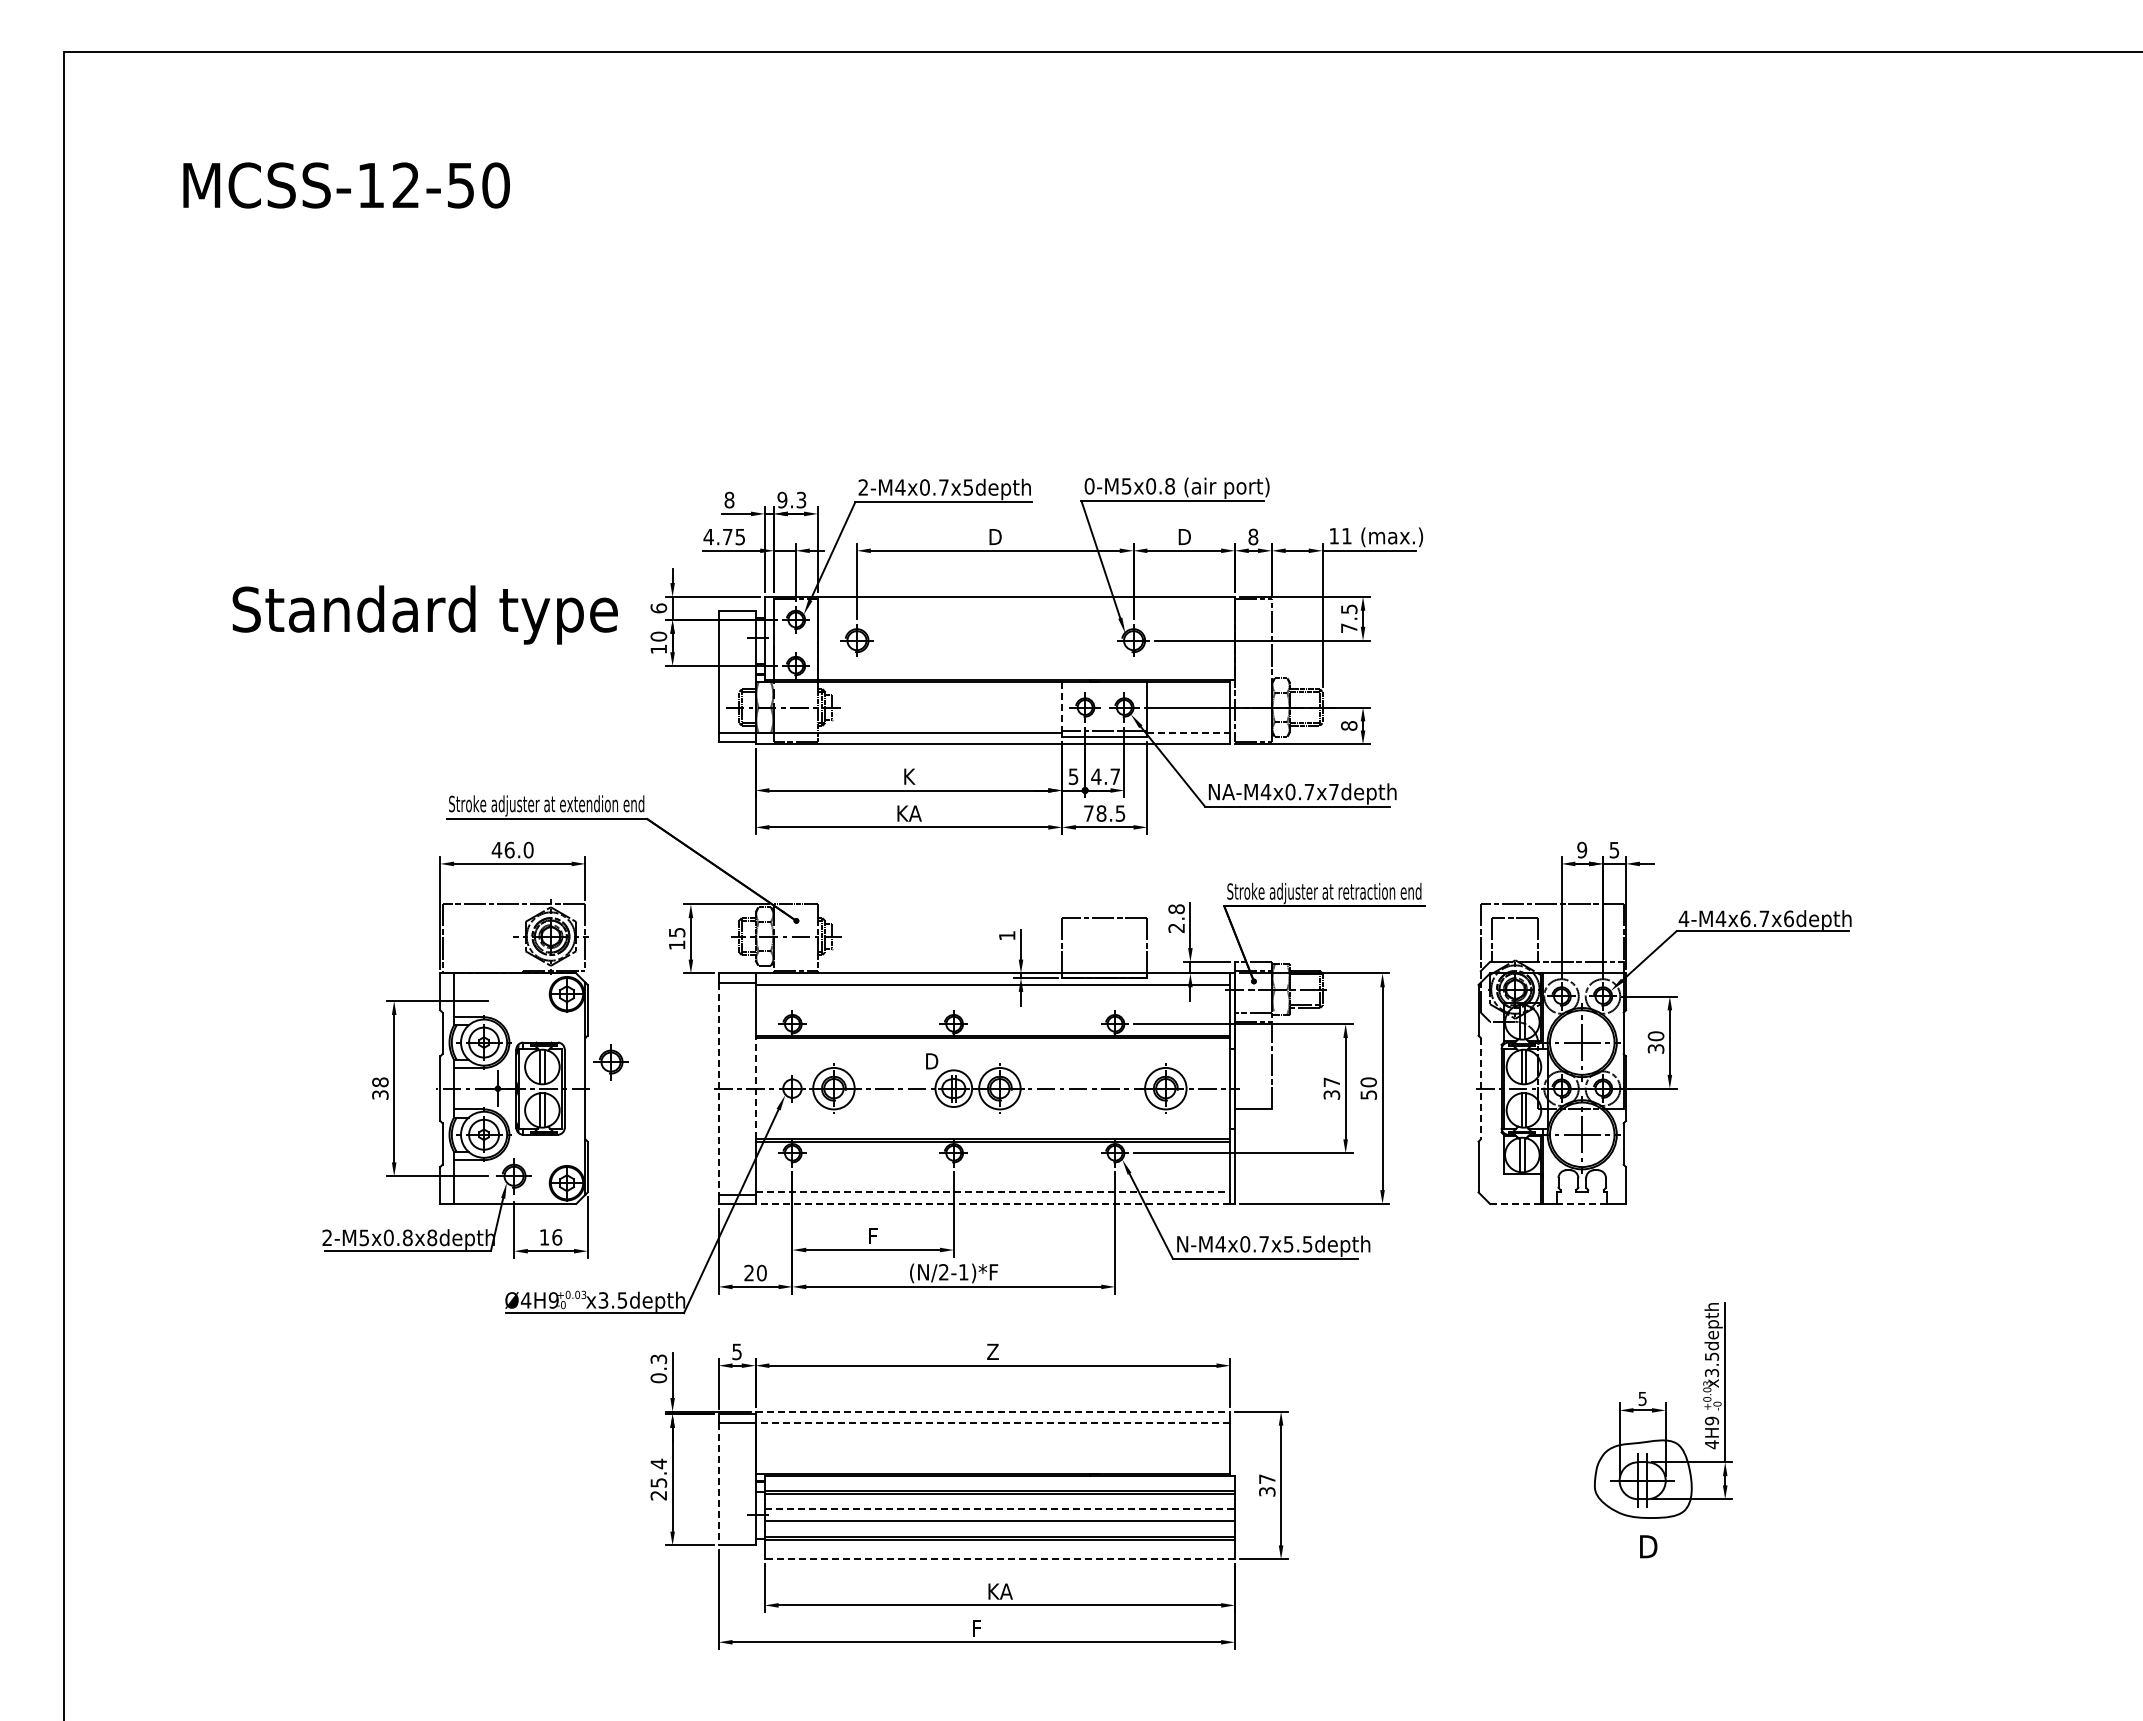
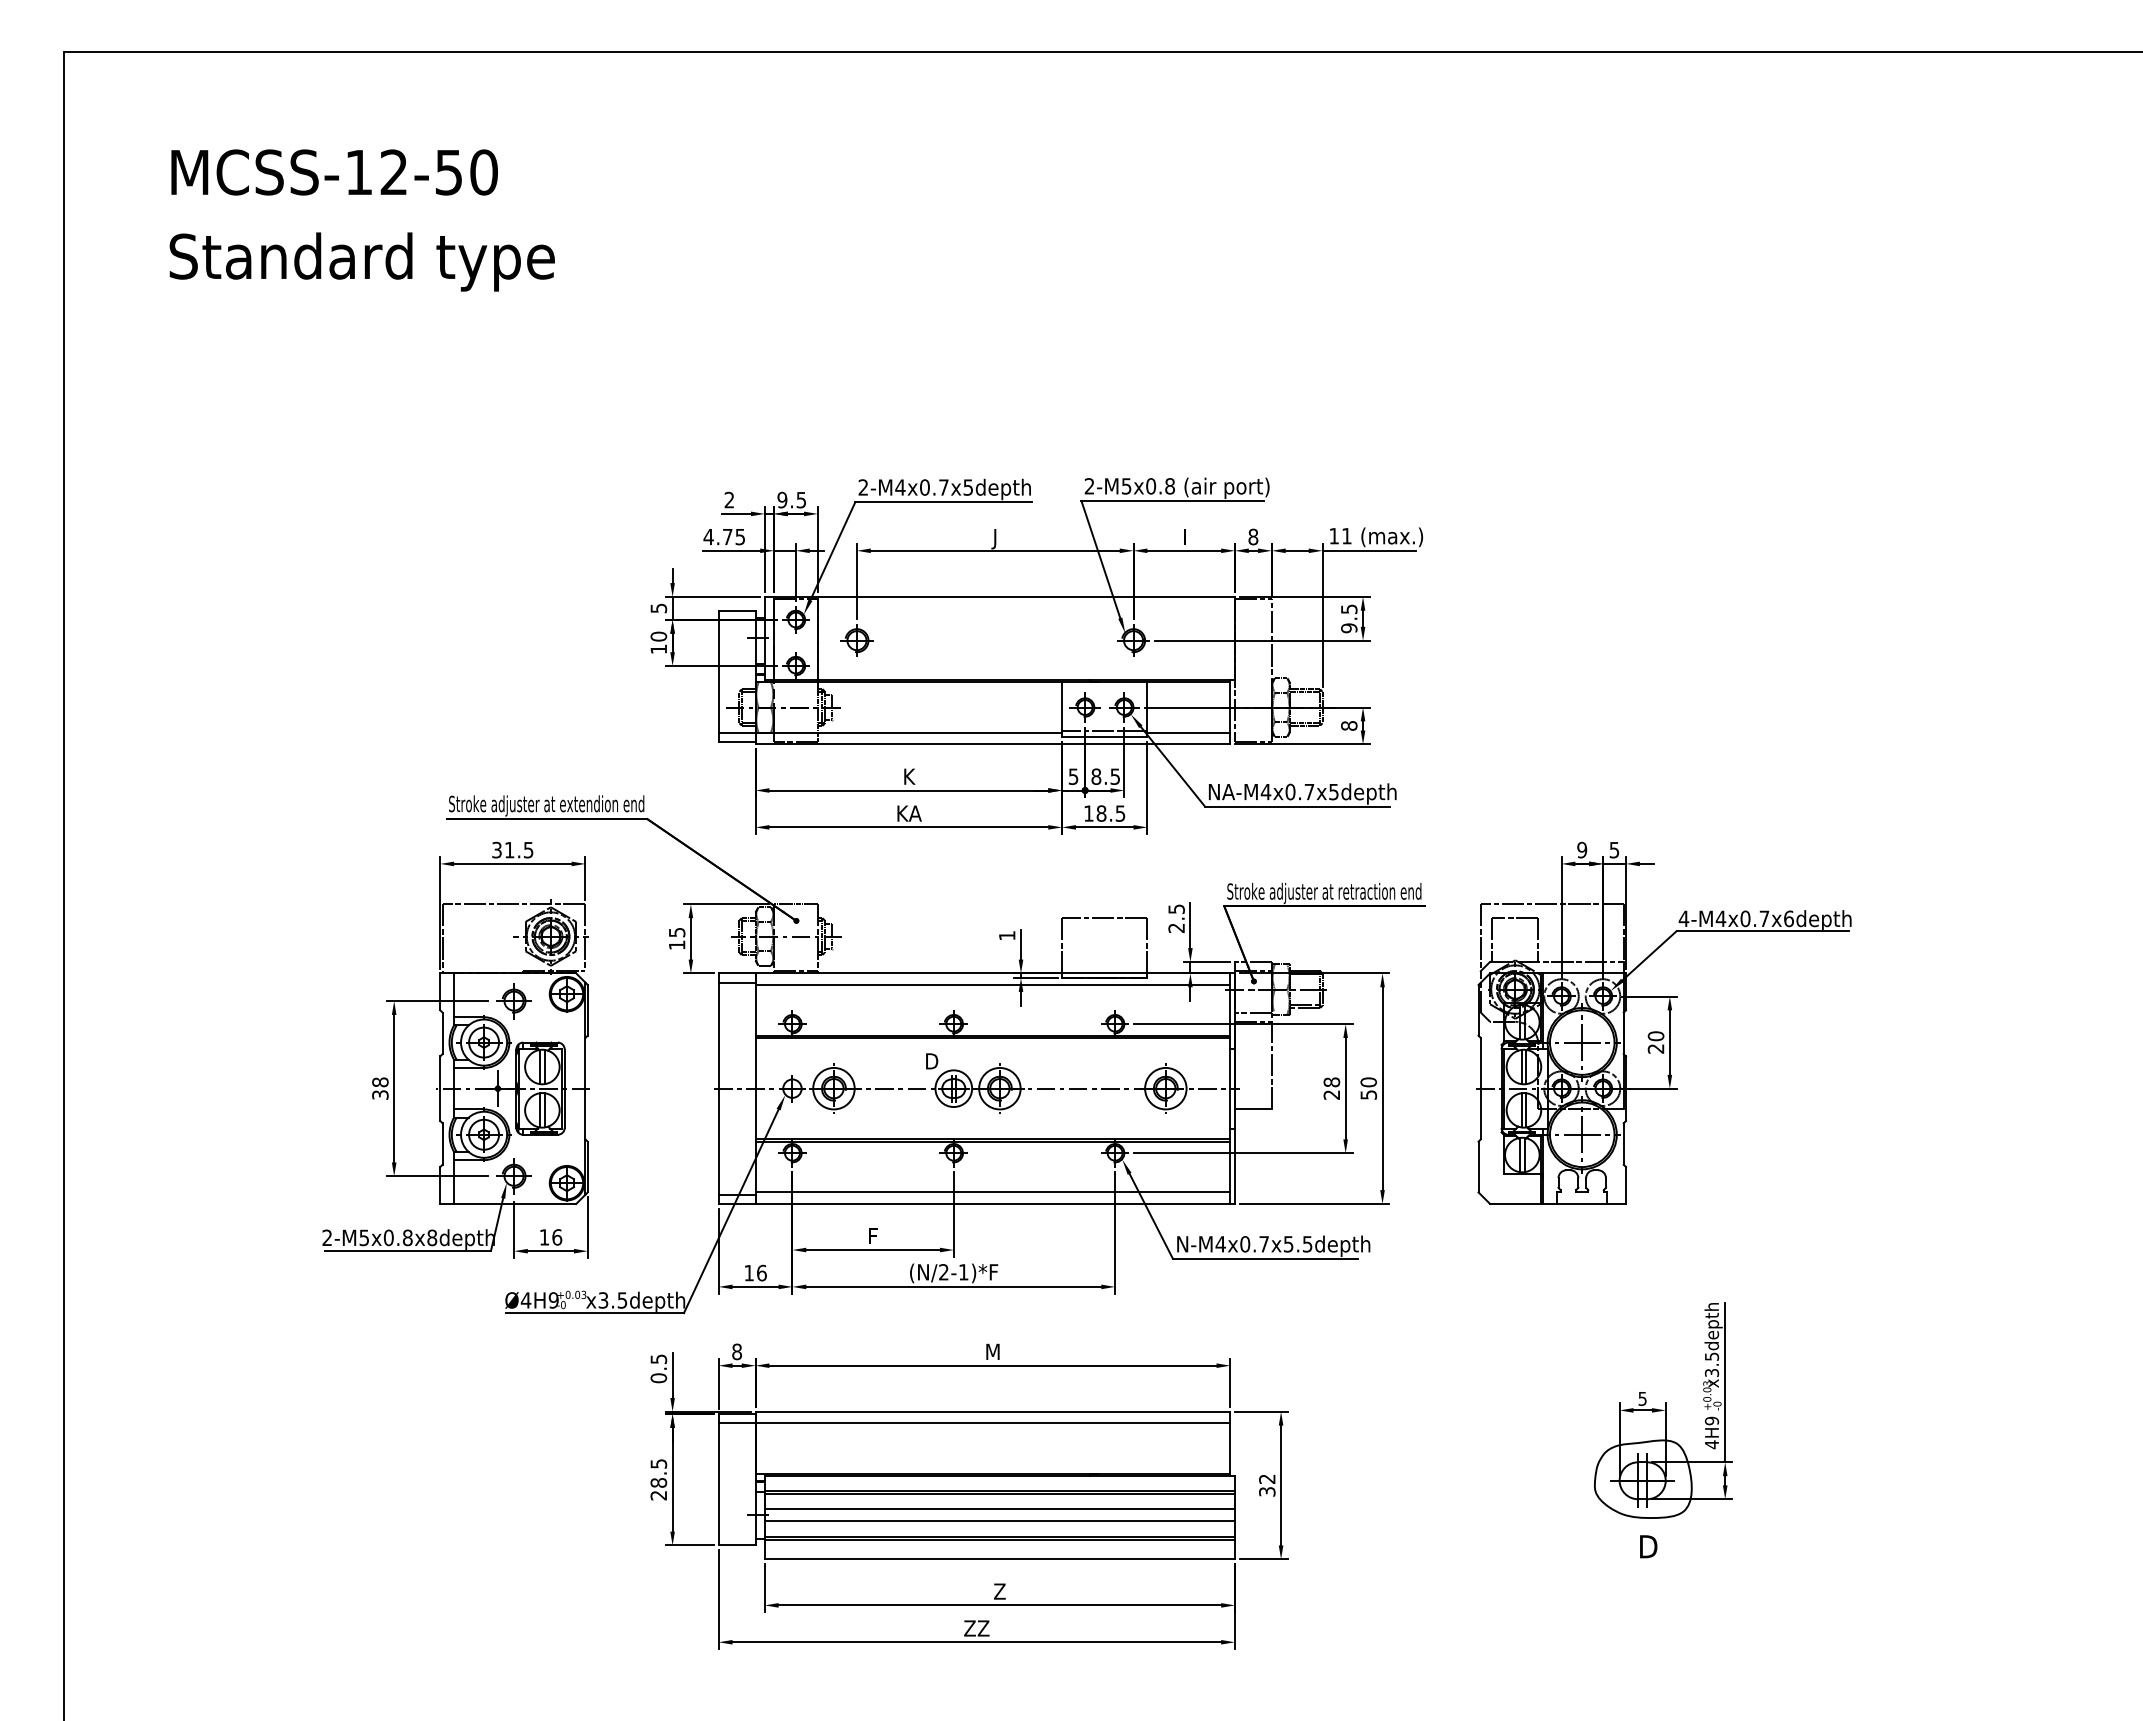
text at (346, 185) position: (346, 185) -> (334, 172)
text at (1089, 486): 0-M5x0.8 -> 2-M5x0.8
text at (801, 499): 9.3 -> 9.5
text at (729, 500): 8 -> 2
text at (1184, 537): D -> I
text at (995, 539): D -> J
text at (658, 608): 6 -> 5
text at (424, 614) position: (424, 614) -> (361, 261)
text at (1349, 628): 7.5 -> 9.5
line at (1062, 707): dashed -> solid
line at (1189, 732): dashed -> solid
text at (1105, 776): 4.7 -> 8.5
text at (1333, 792): NA-M4x0.7x7depth -> NA-M4x0.7x5depth
text at (1088, 813): 78.5 -> 18.5
text at (512, 849): 46.0 -> 31.5
text at (1176, 909): 2.8 -> 2.5
text at (1745, 918): 4-M4x6.7x6depth -> 4-M4x0.7x6depth
text at (1656, 1048): 30 -> 20
part at (610, 1062) position: (610, 1062) -> (513, 1001)
line at (755, 1088): dashed -> solid
text at (1331, 1088): 37 -> 28
line at (1480, 1088): dashed -> solid
line at (718, 1089): dashed -> solid
line at (993, 1192): dashed -> solid
line at (992, 1203): dashed -> solid
line at (1514, 1203): dashed -> solid
line at (1582, 1203): dashed -> solid
text at (755, 1272): 20 -> 16
text at (737, 1351): 5 -> 8
text at (992, 1351): Z -> M
text at (658, 1358): 0.3 -> 0.5
line at (993, 1411): dashed -> solid
line at (992, 1423): dashed -> solid
text at (658, 1472): 25.4 -> 28.5
text at (1267, 1478): 37 -> 32
line at (718, 1484): dashed -> solid
line at (1000, 1509): dashed -> solid
line at (999, 1559): dashed -> solid
text at (1000, 1591): KA -> Z
text at (976, 1628): F -> ZZ
